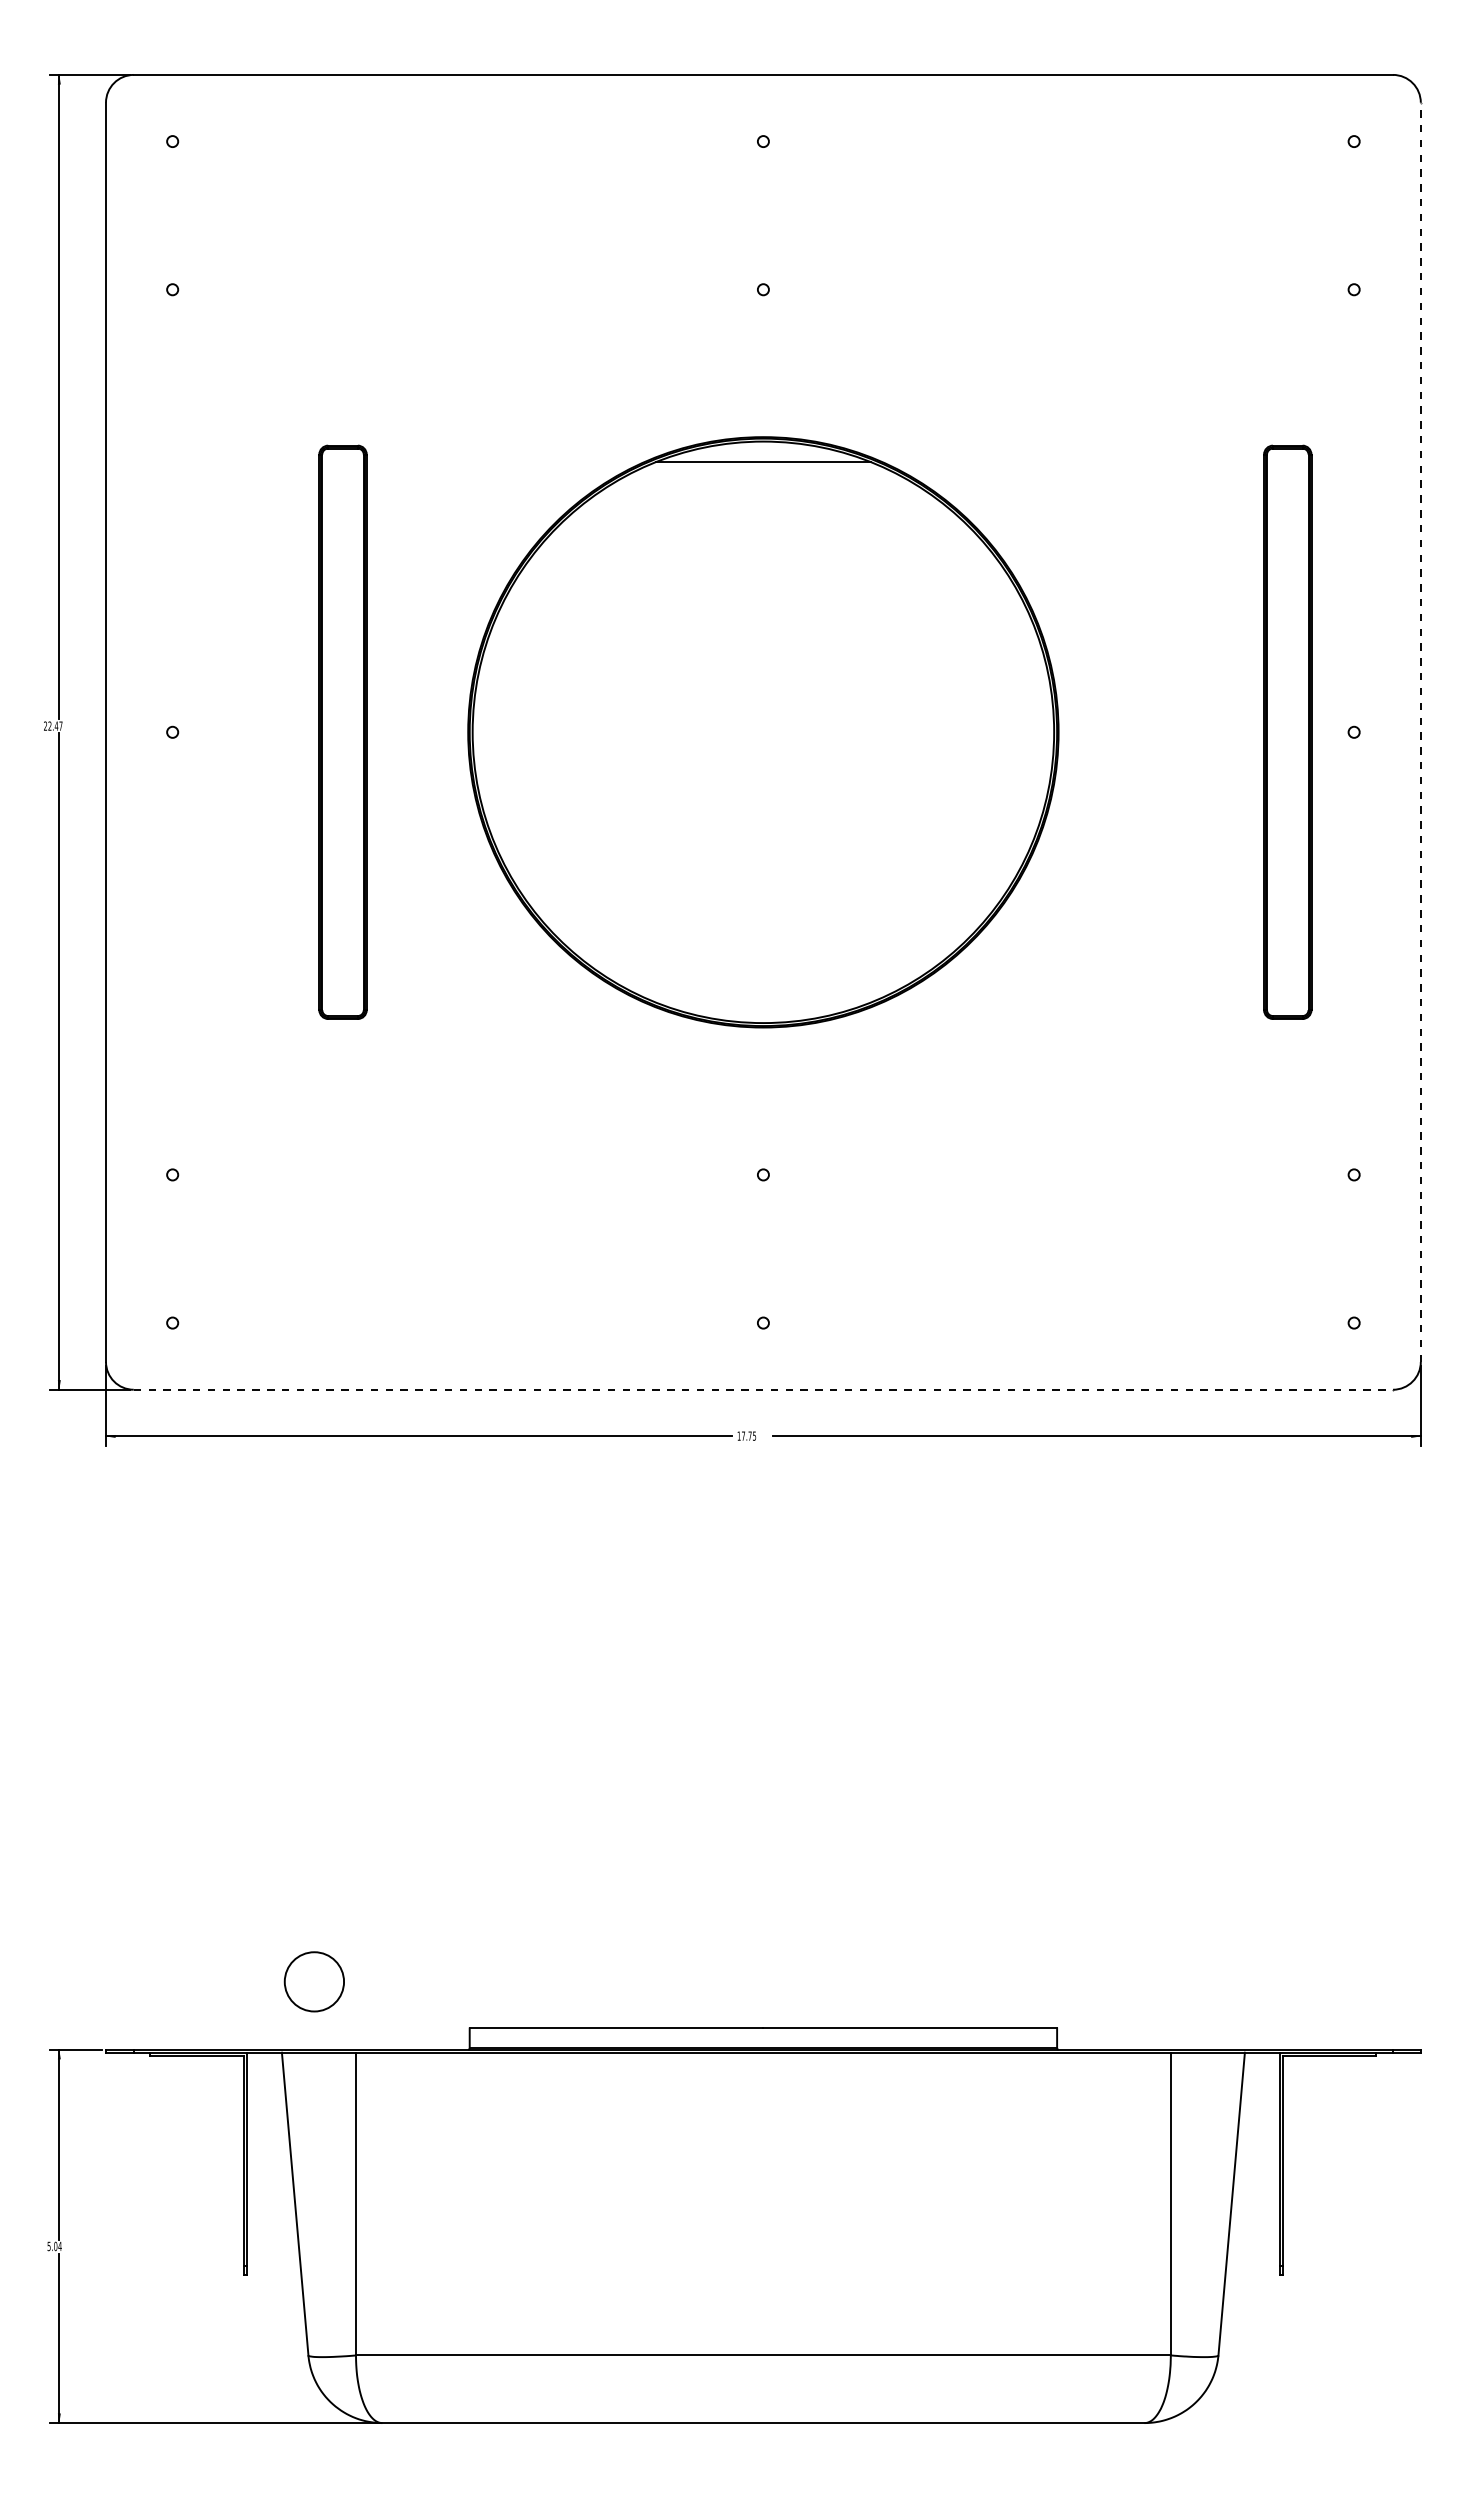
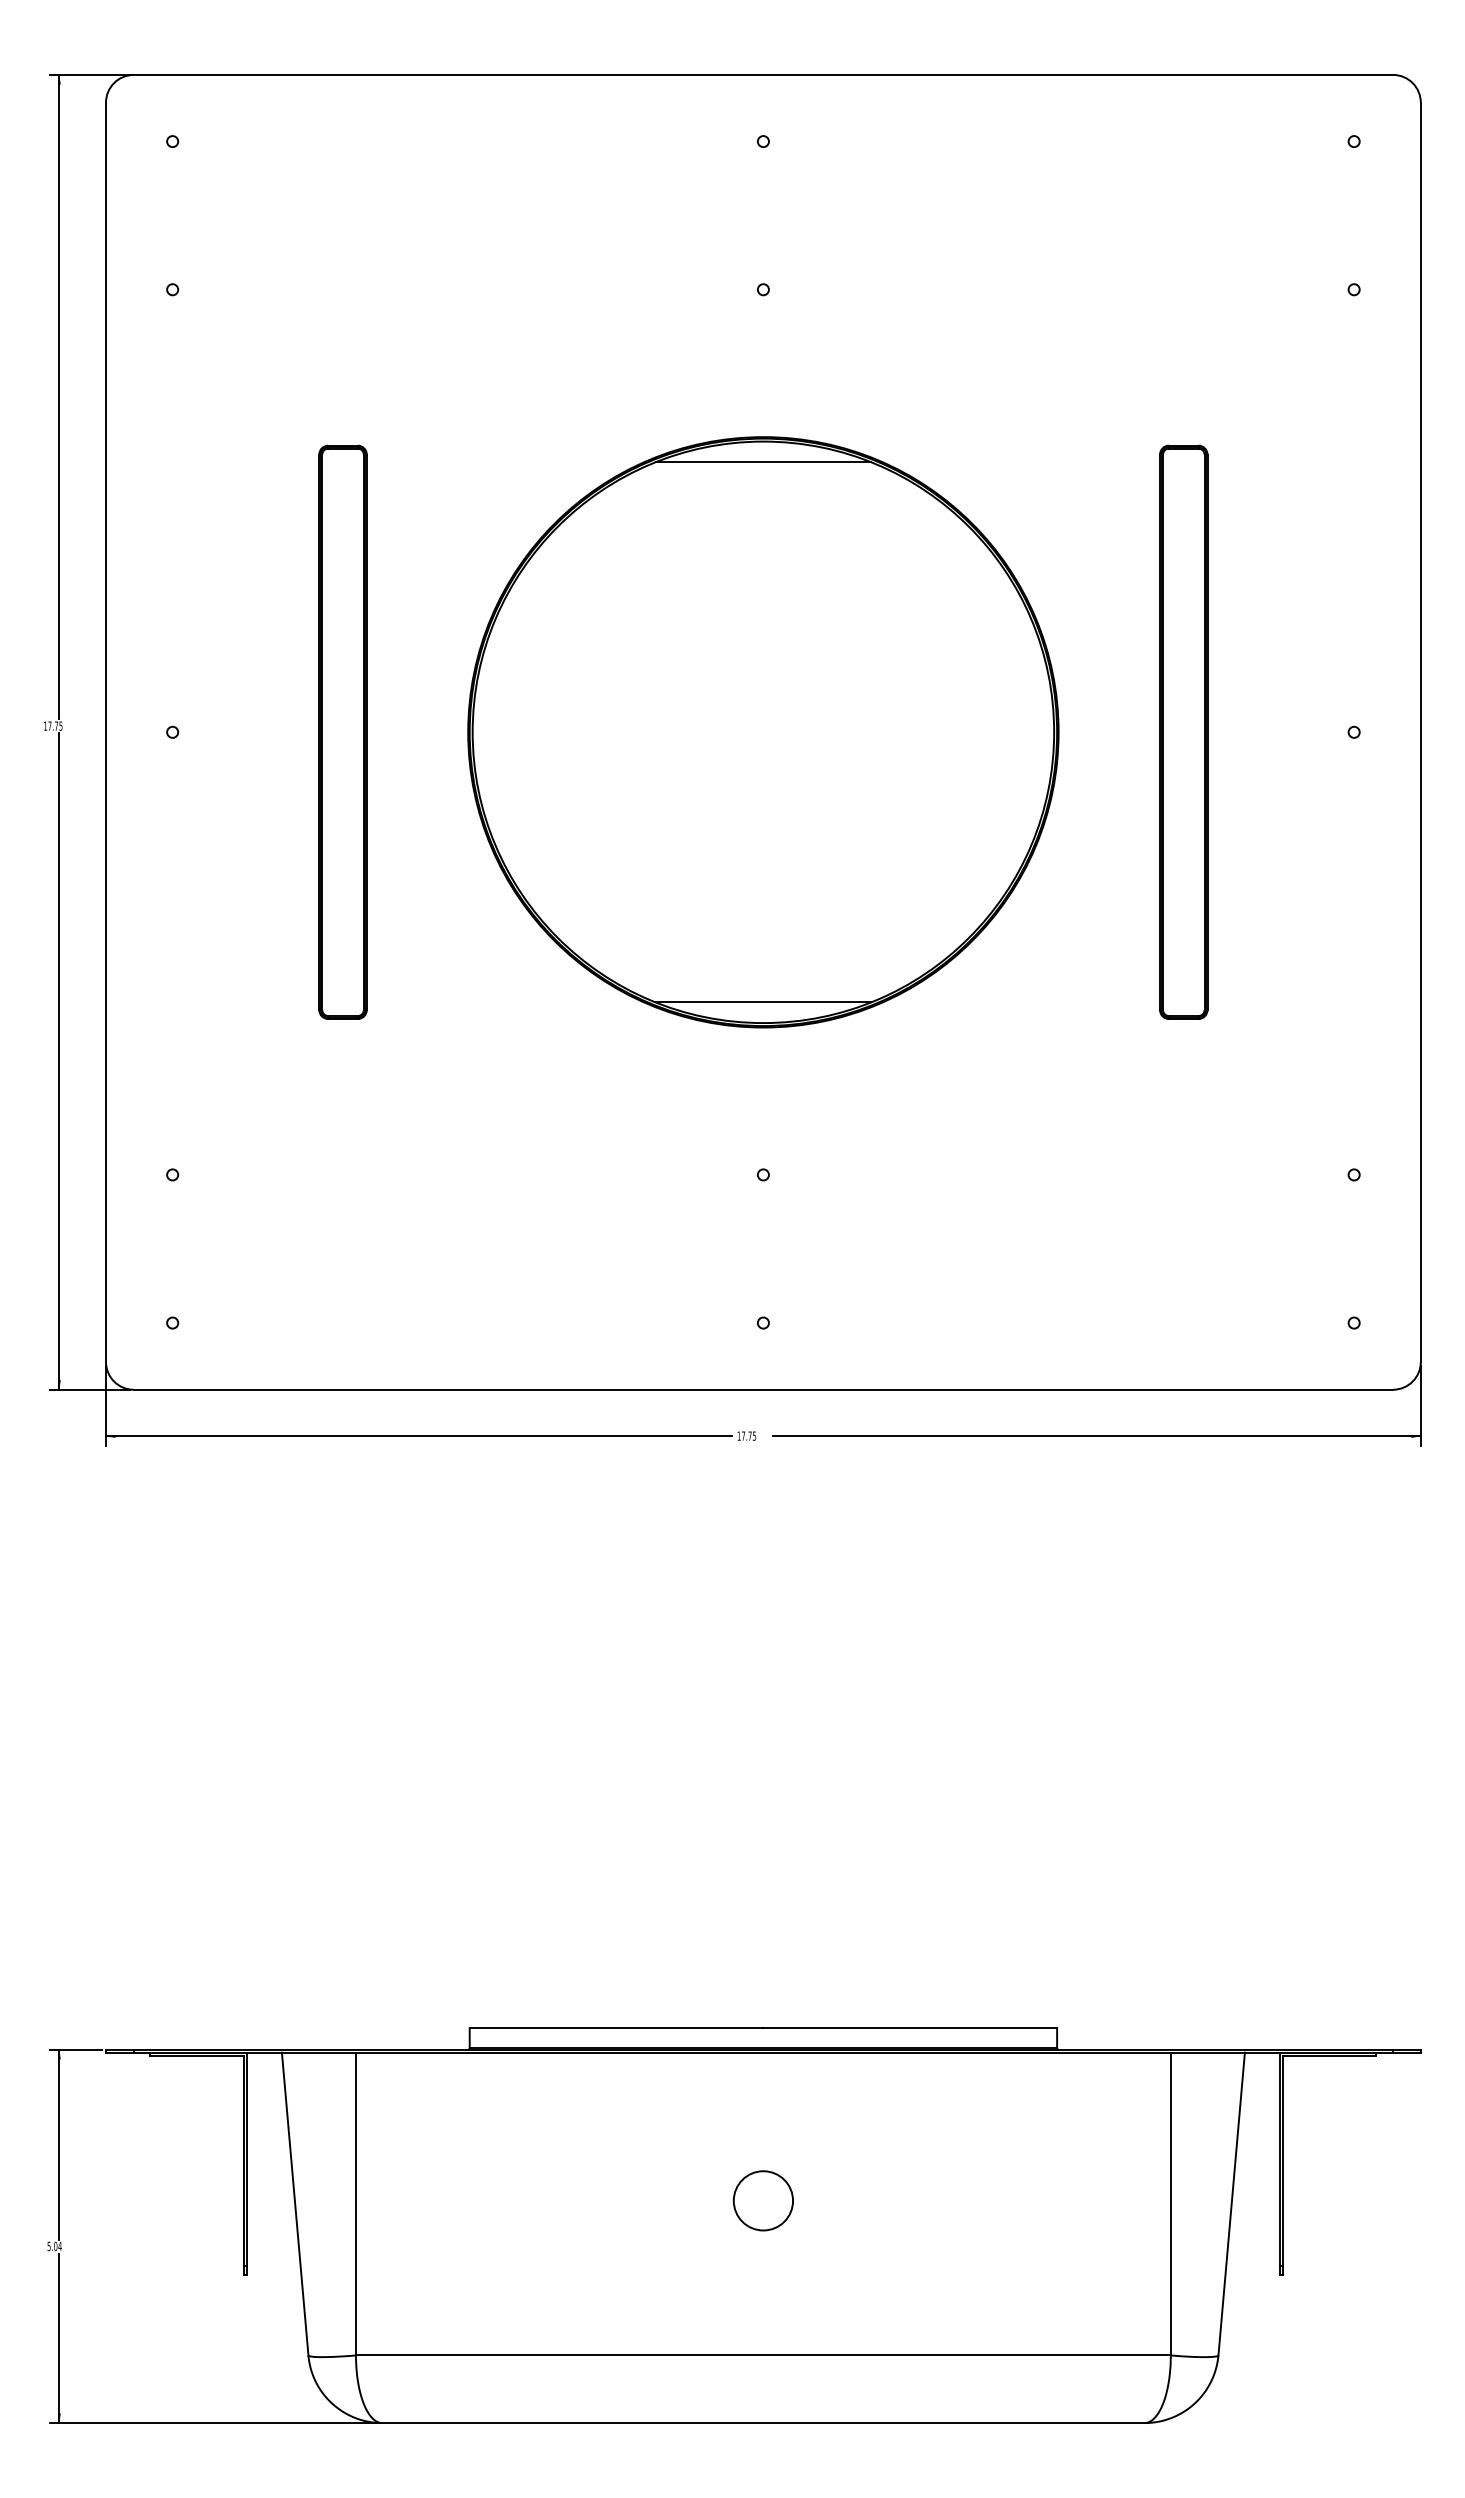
text at (53, 725): 22.47 -> 17.75
part at (1287, 731) position: (1287, 731) -> (1183, 731)
line at (1420, 732): dashed -> solid
line at (763, 1002): none -> present
line at (763, 1389): dashed -> solid
circle at (313, 1981) position: (313, 1981) -> (762, 2200)
